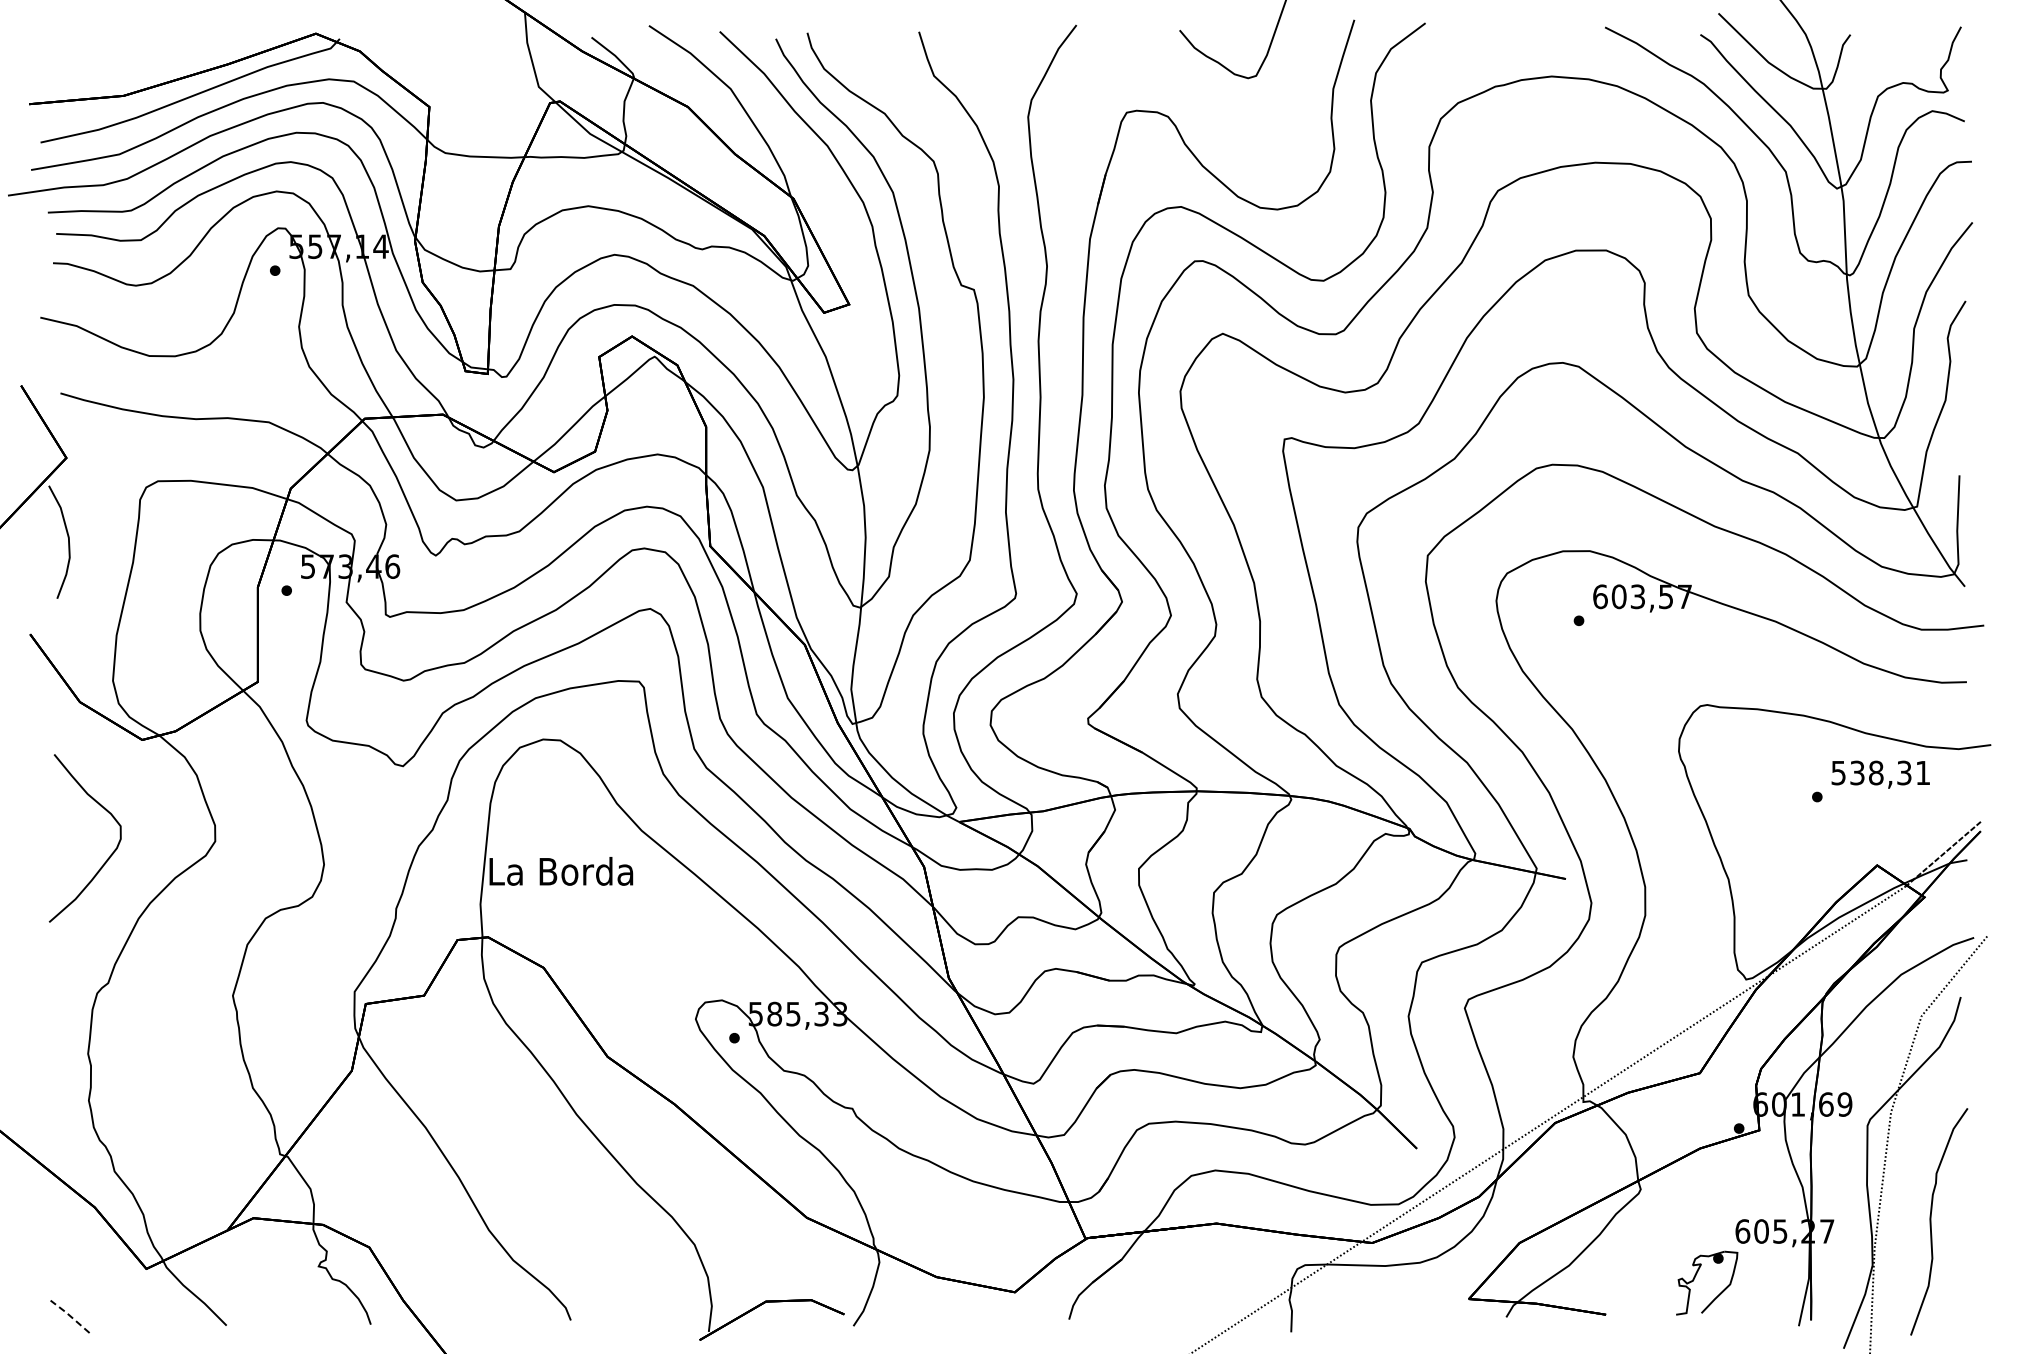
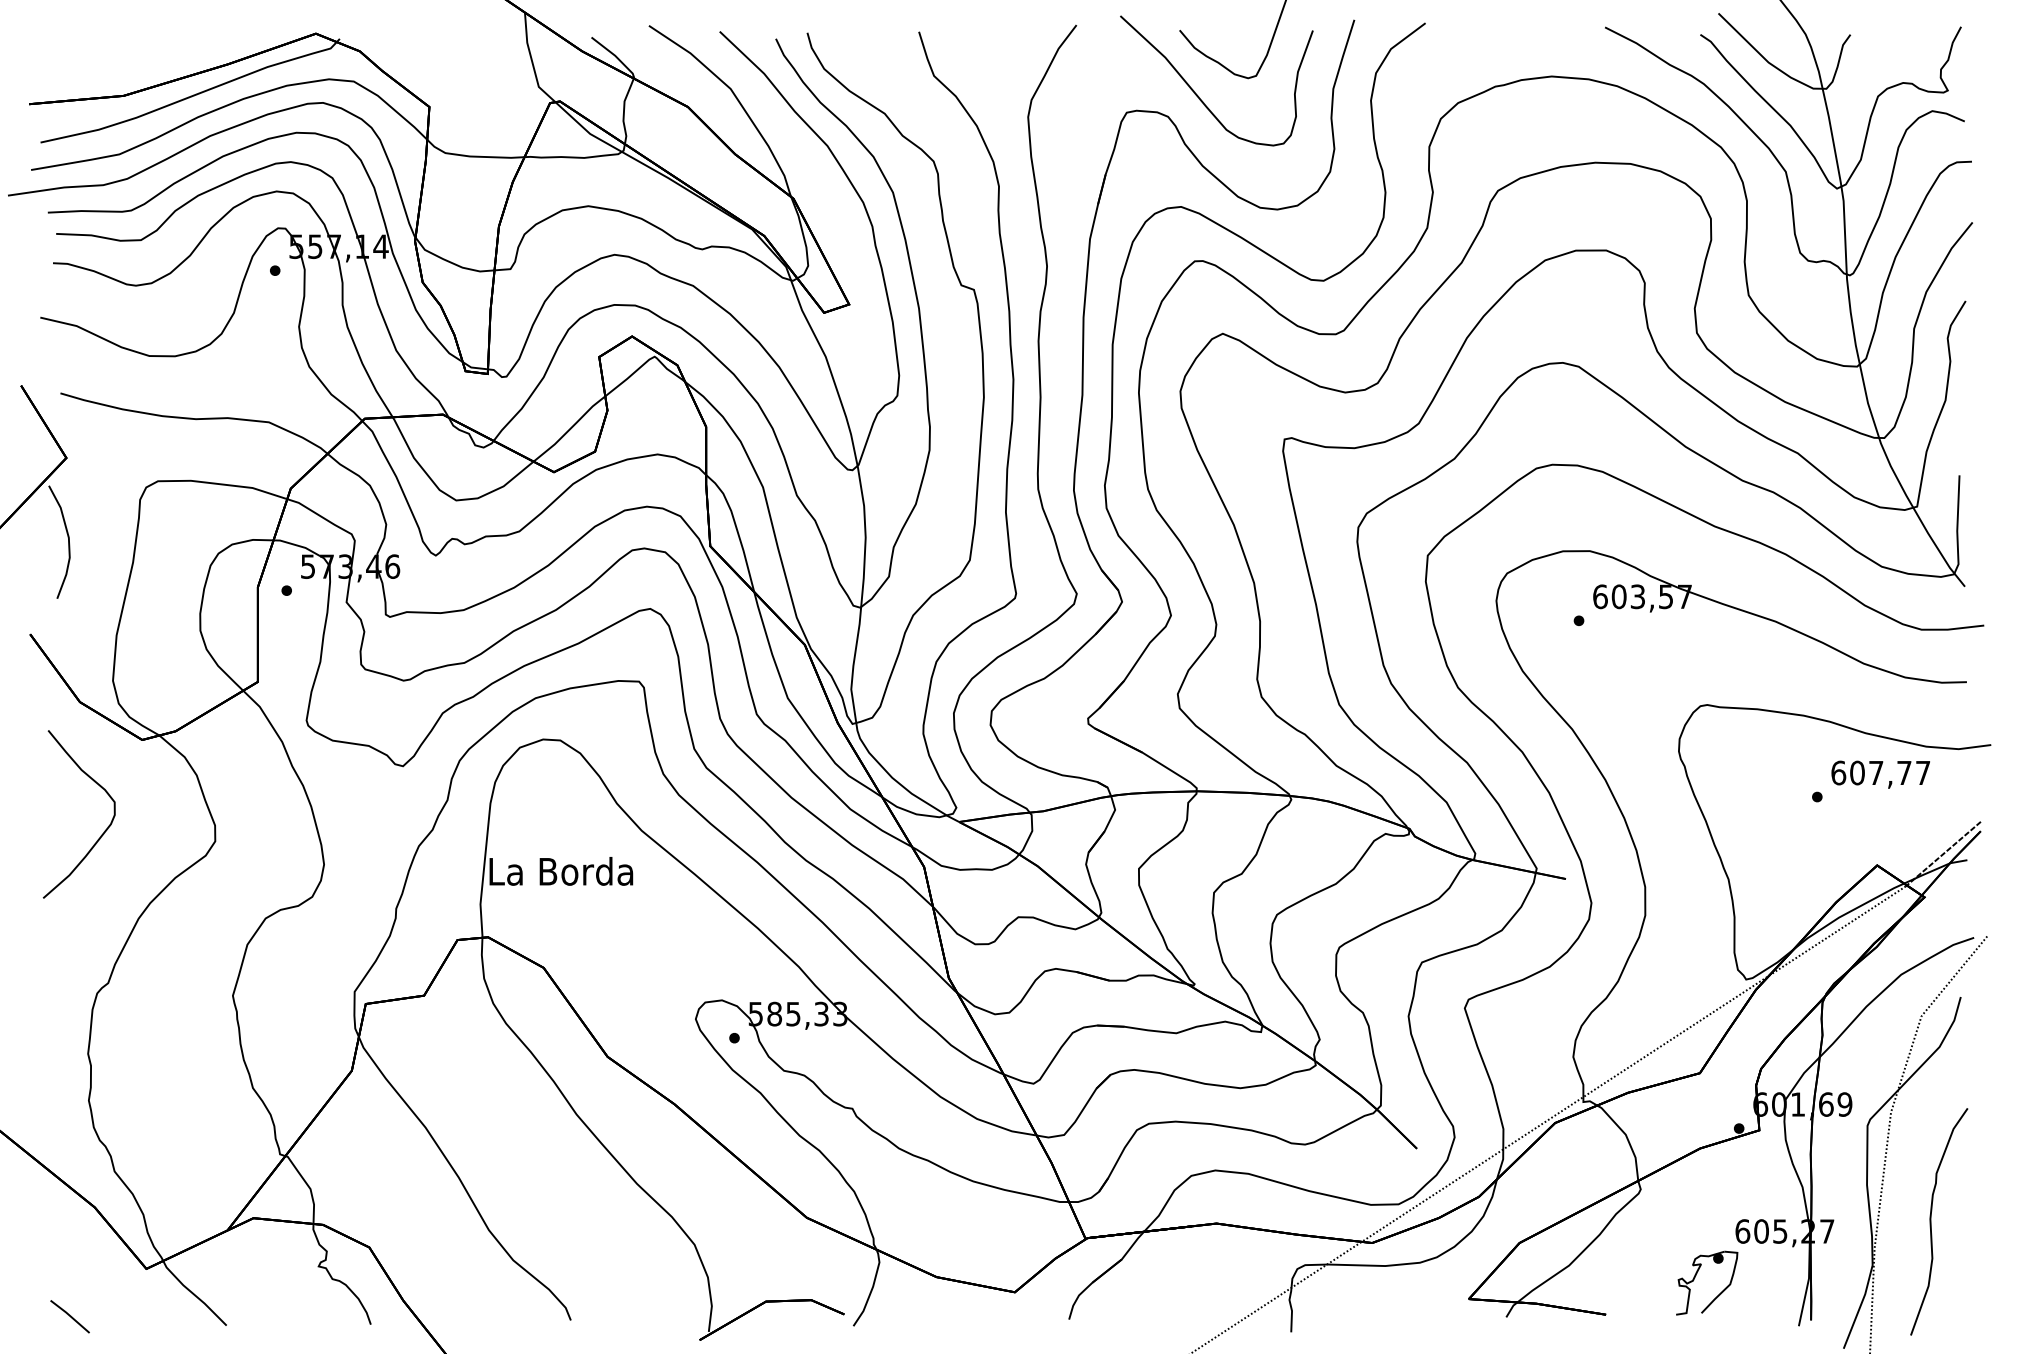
curve at (1199, 96): none -> present
text at (1880, 772): 538,31 -> 607,77
curve at (106, 859) position: (106, 859) -> (100, 835)
line at (69, 1315): dashed -> solid
